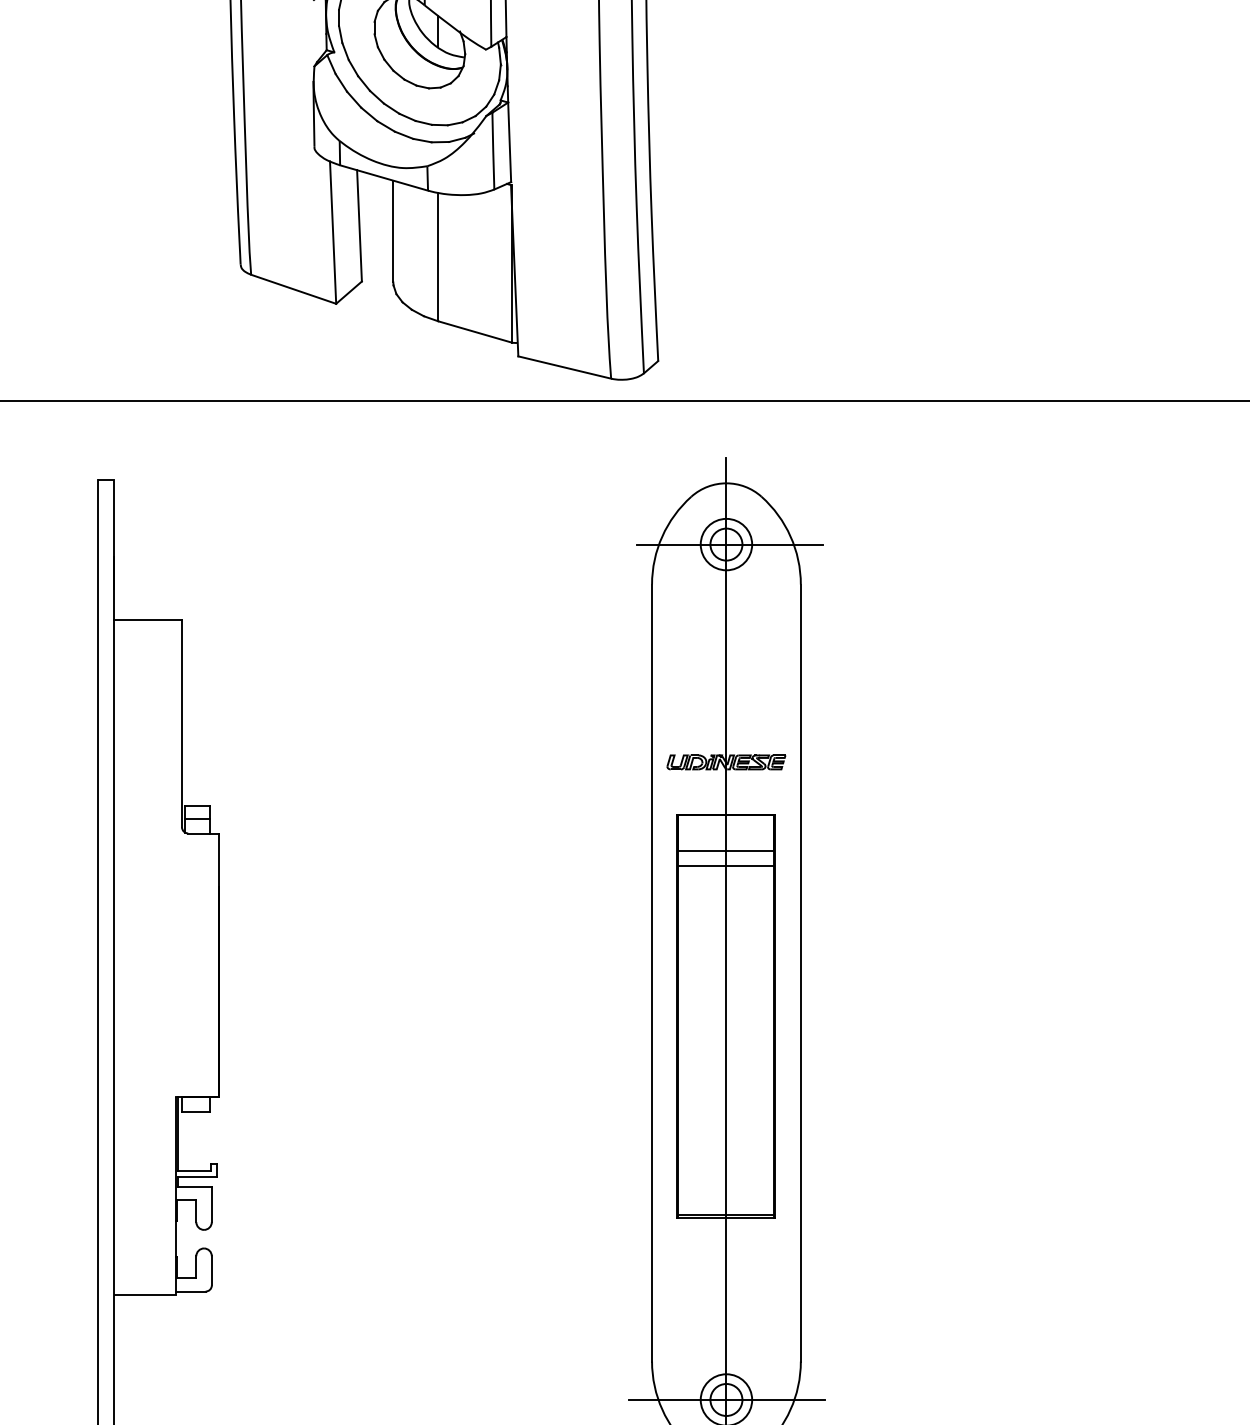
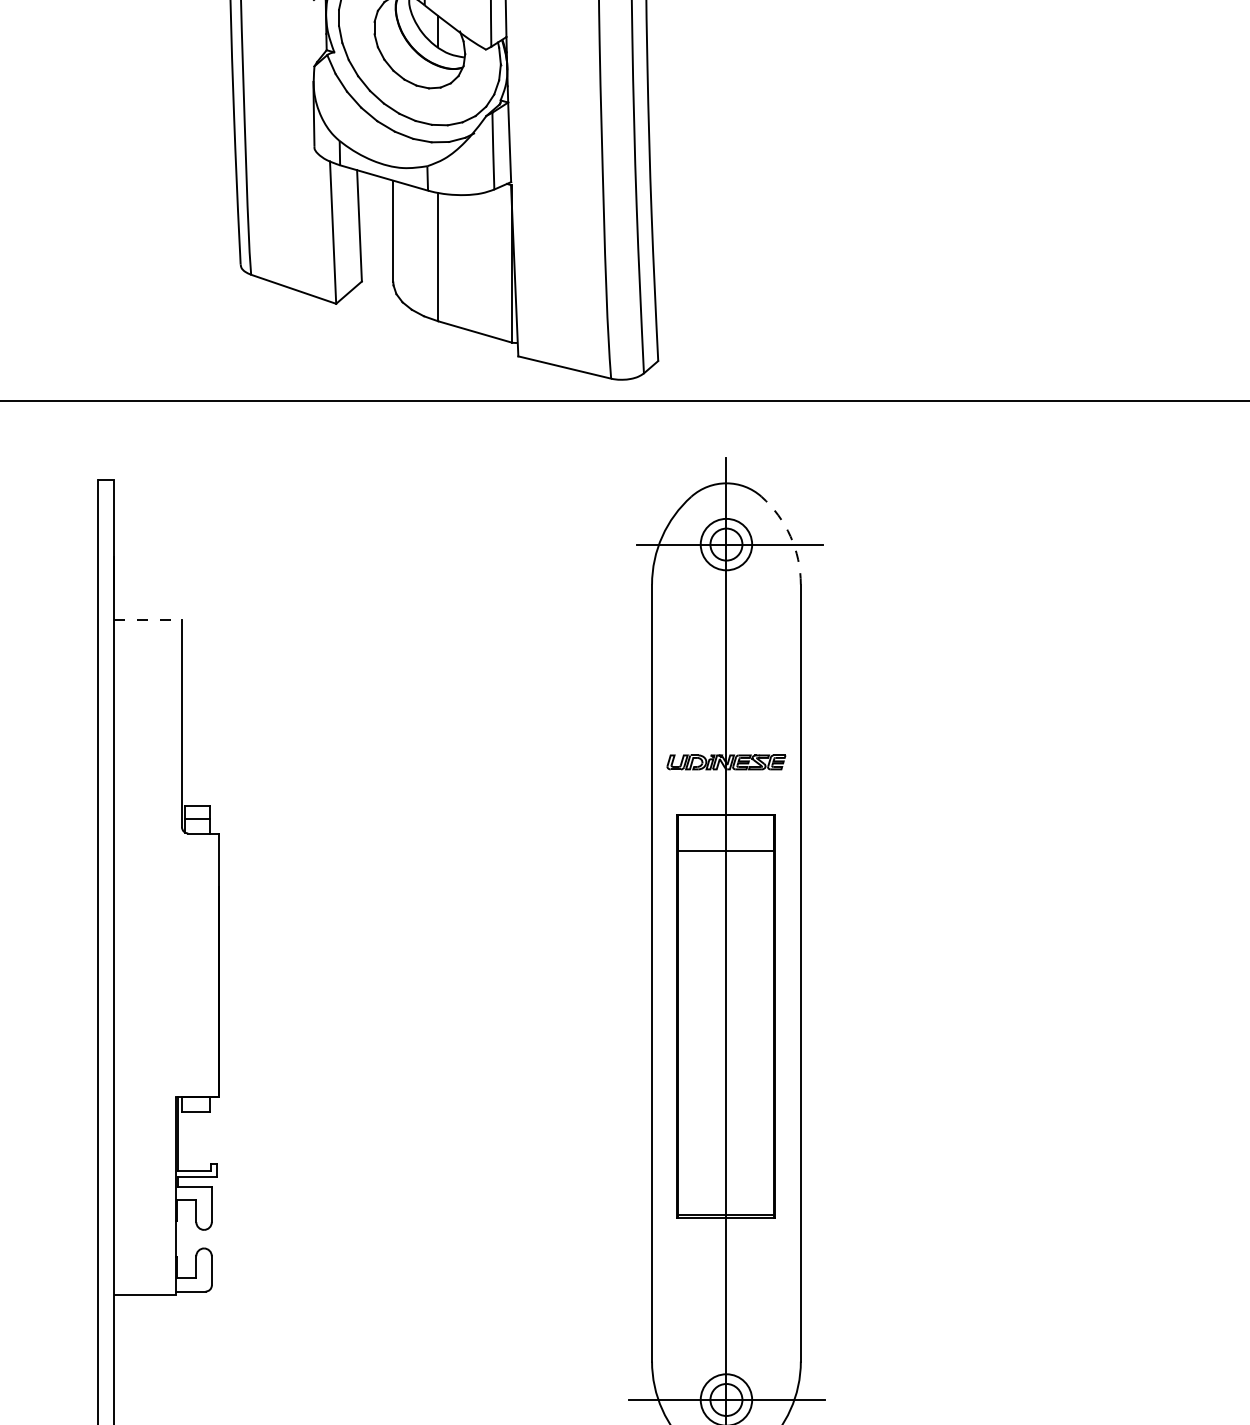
arc at (790, 536): solid -> dashed
line at (148, 619): solid -> dashed
line at (726, 866): present -> none
